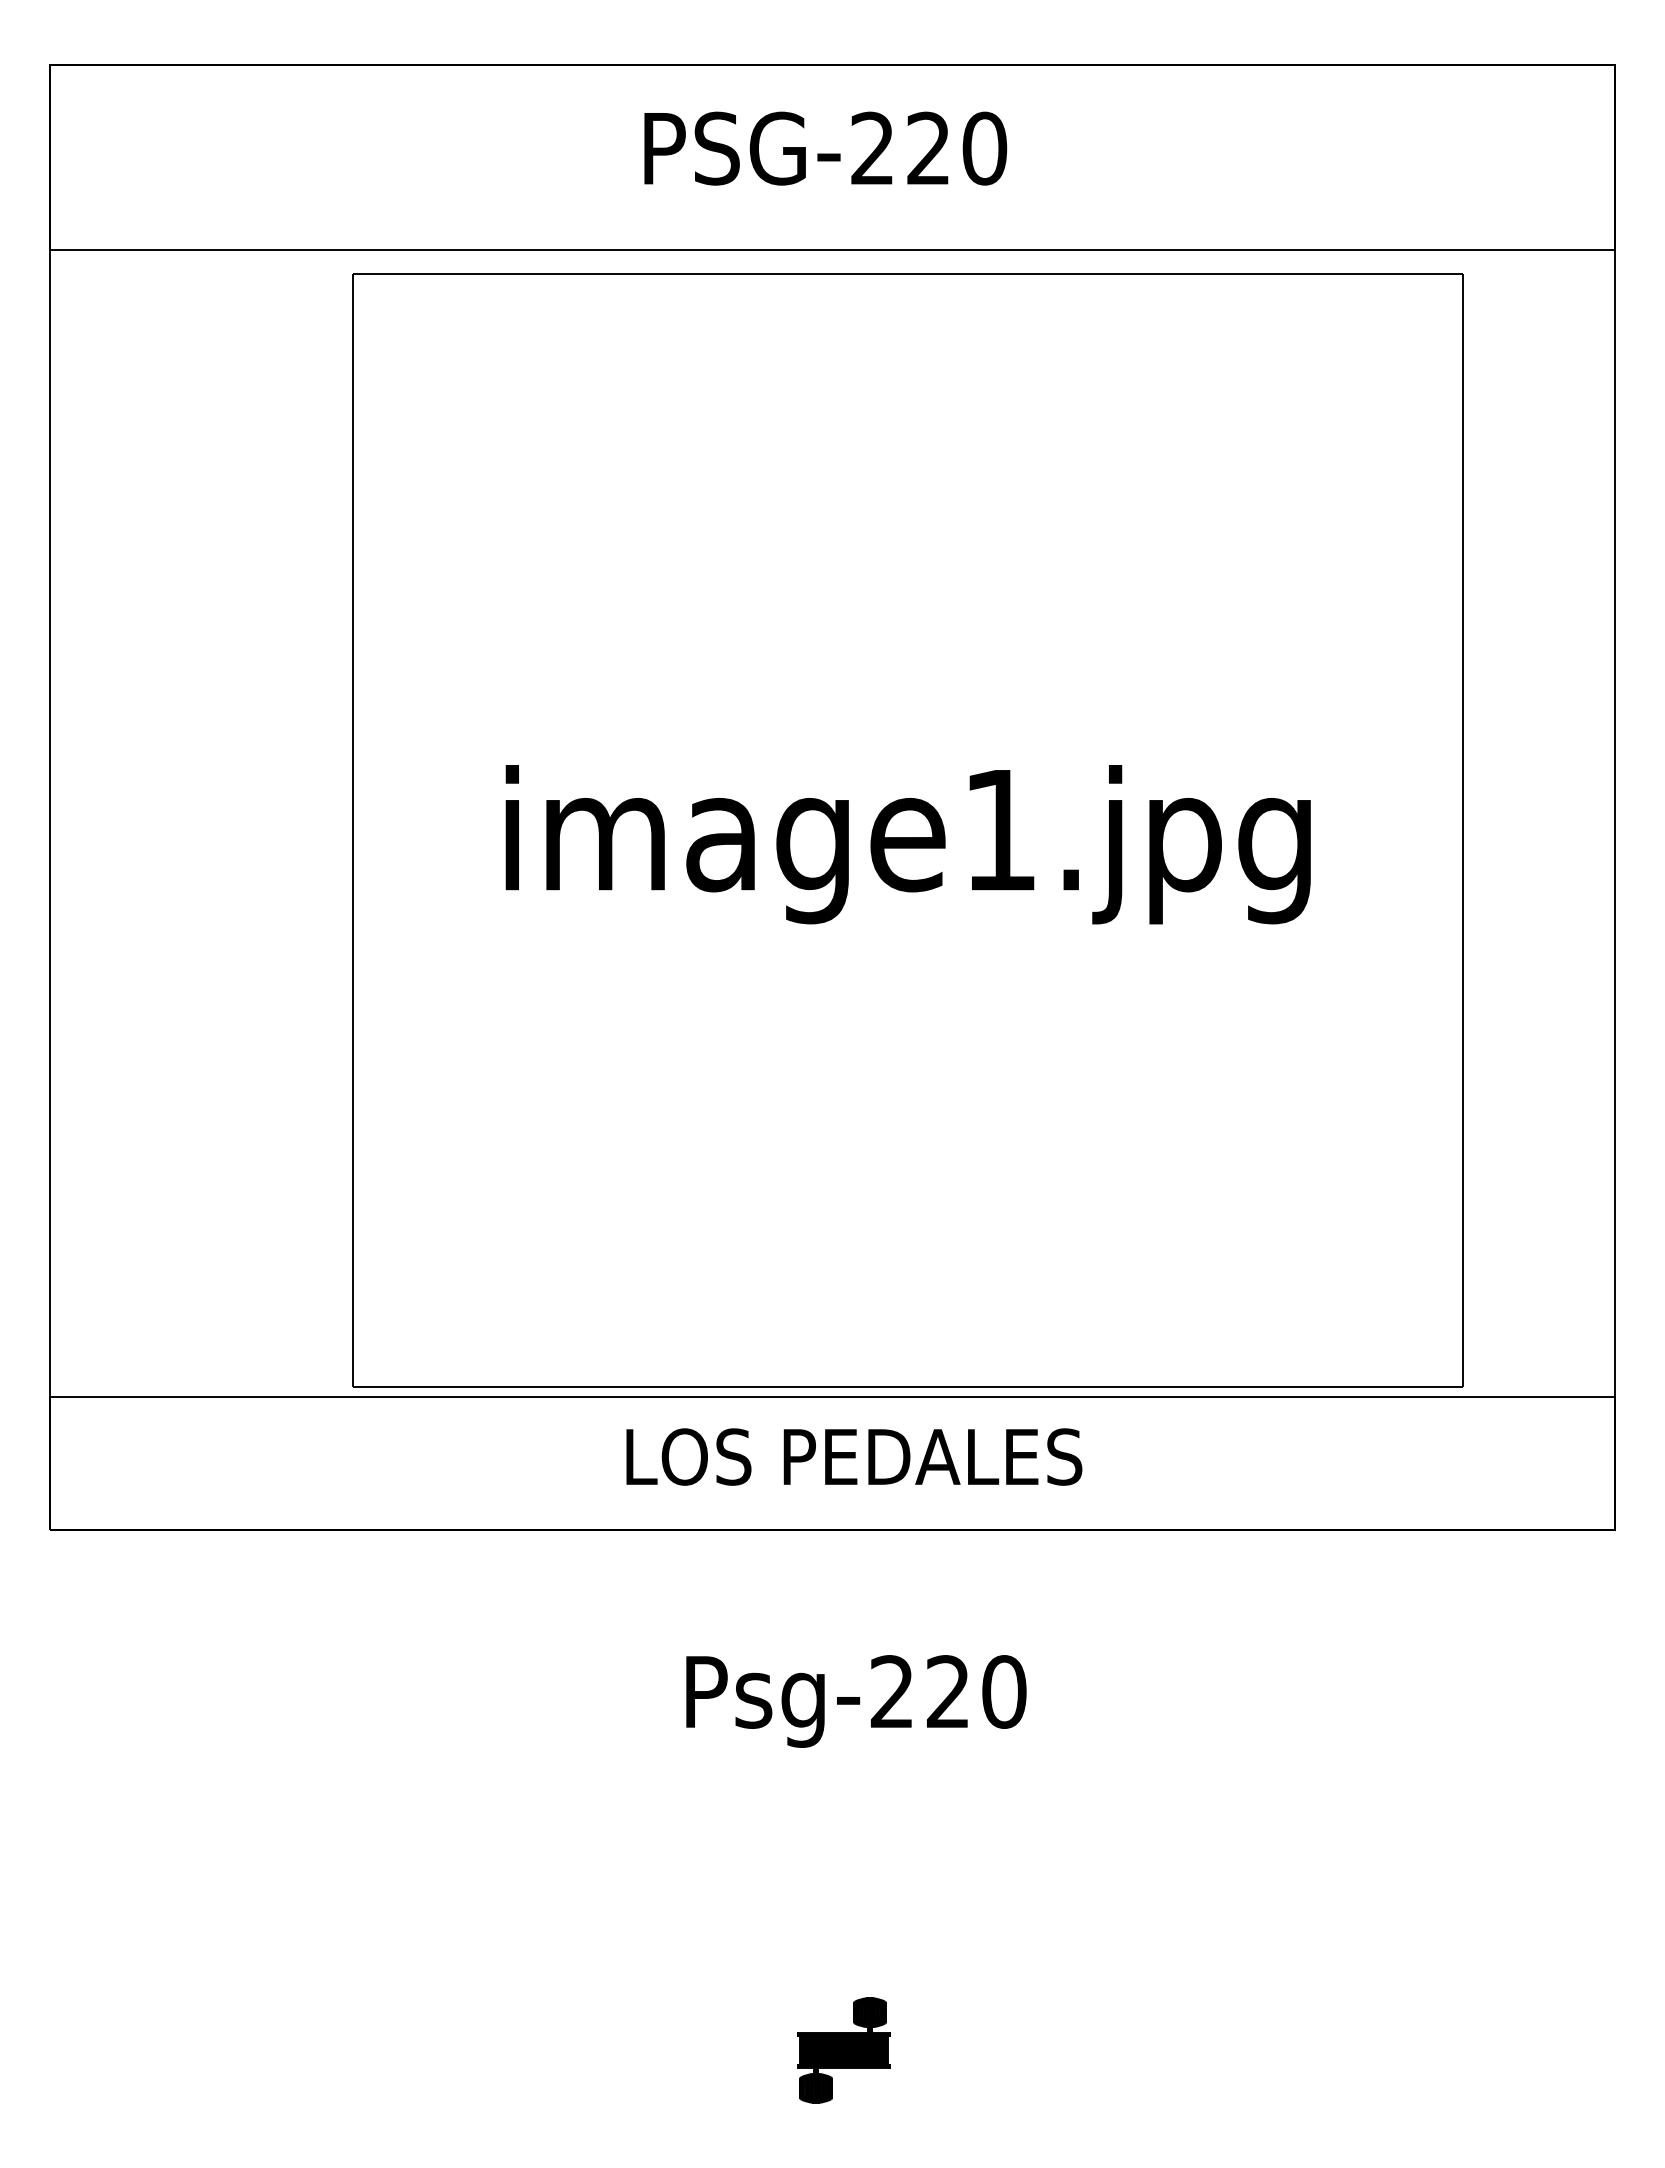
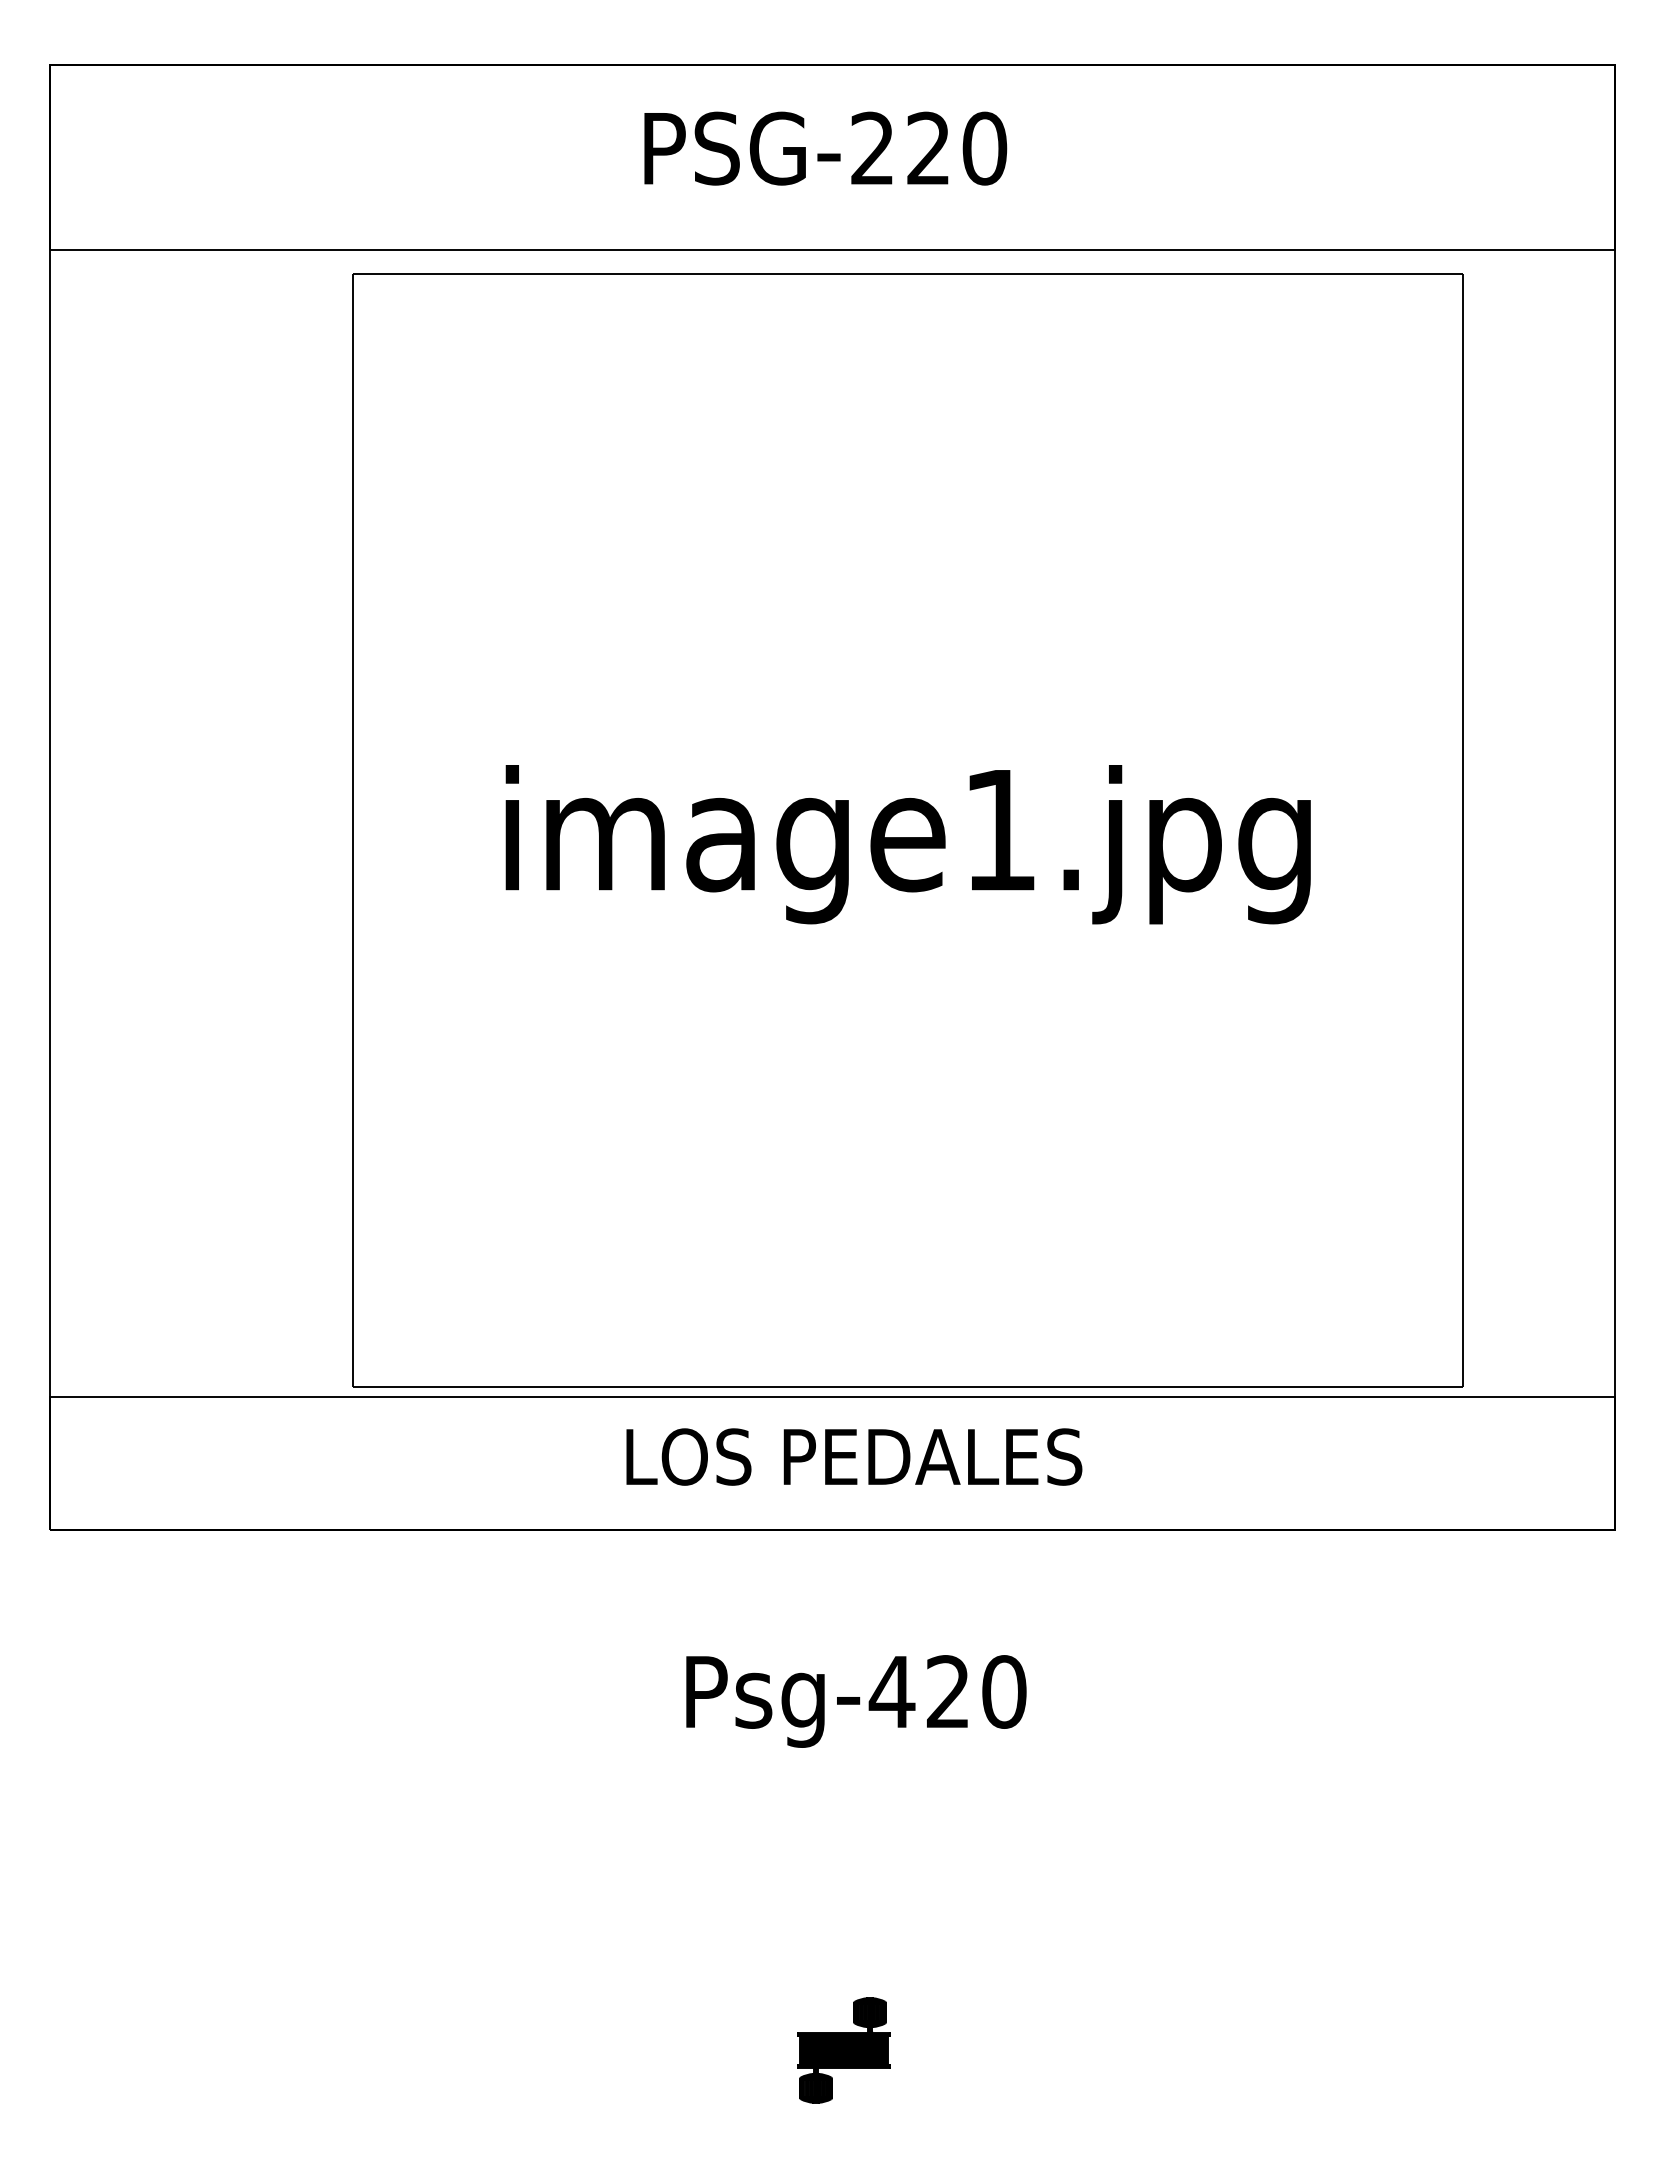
text at (891, 1691): Psg-220 -> Psg-420
